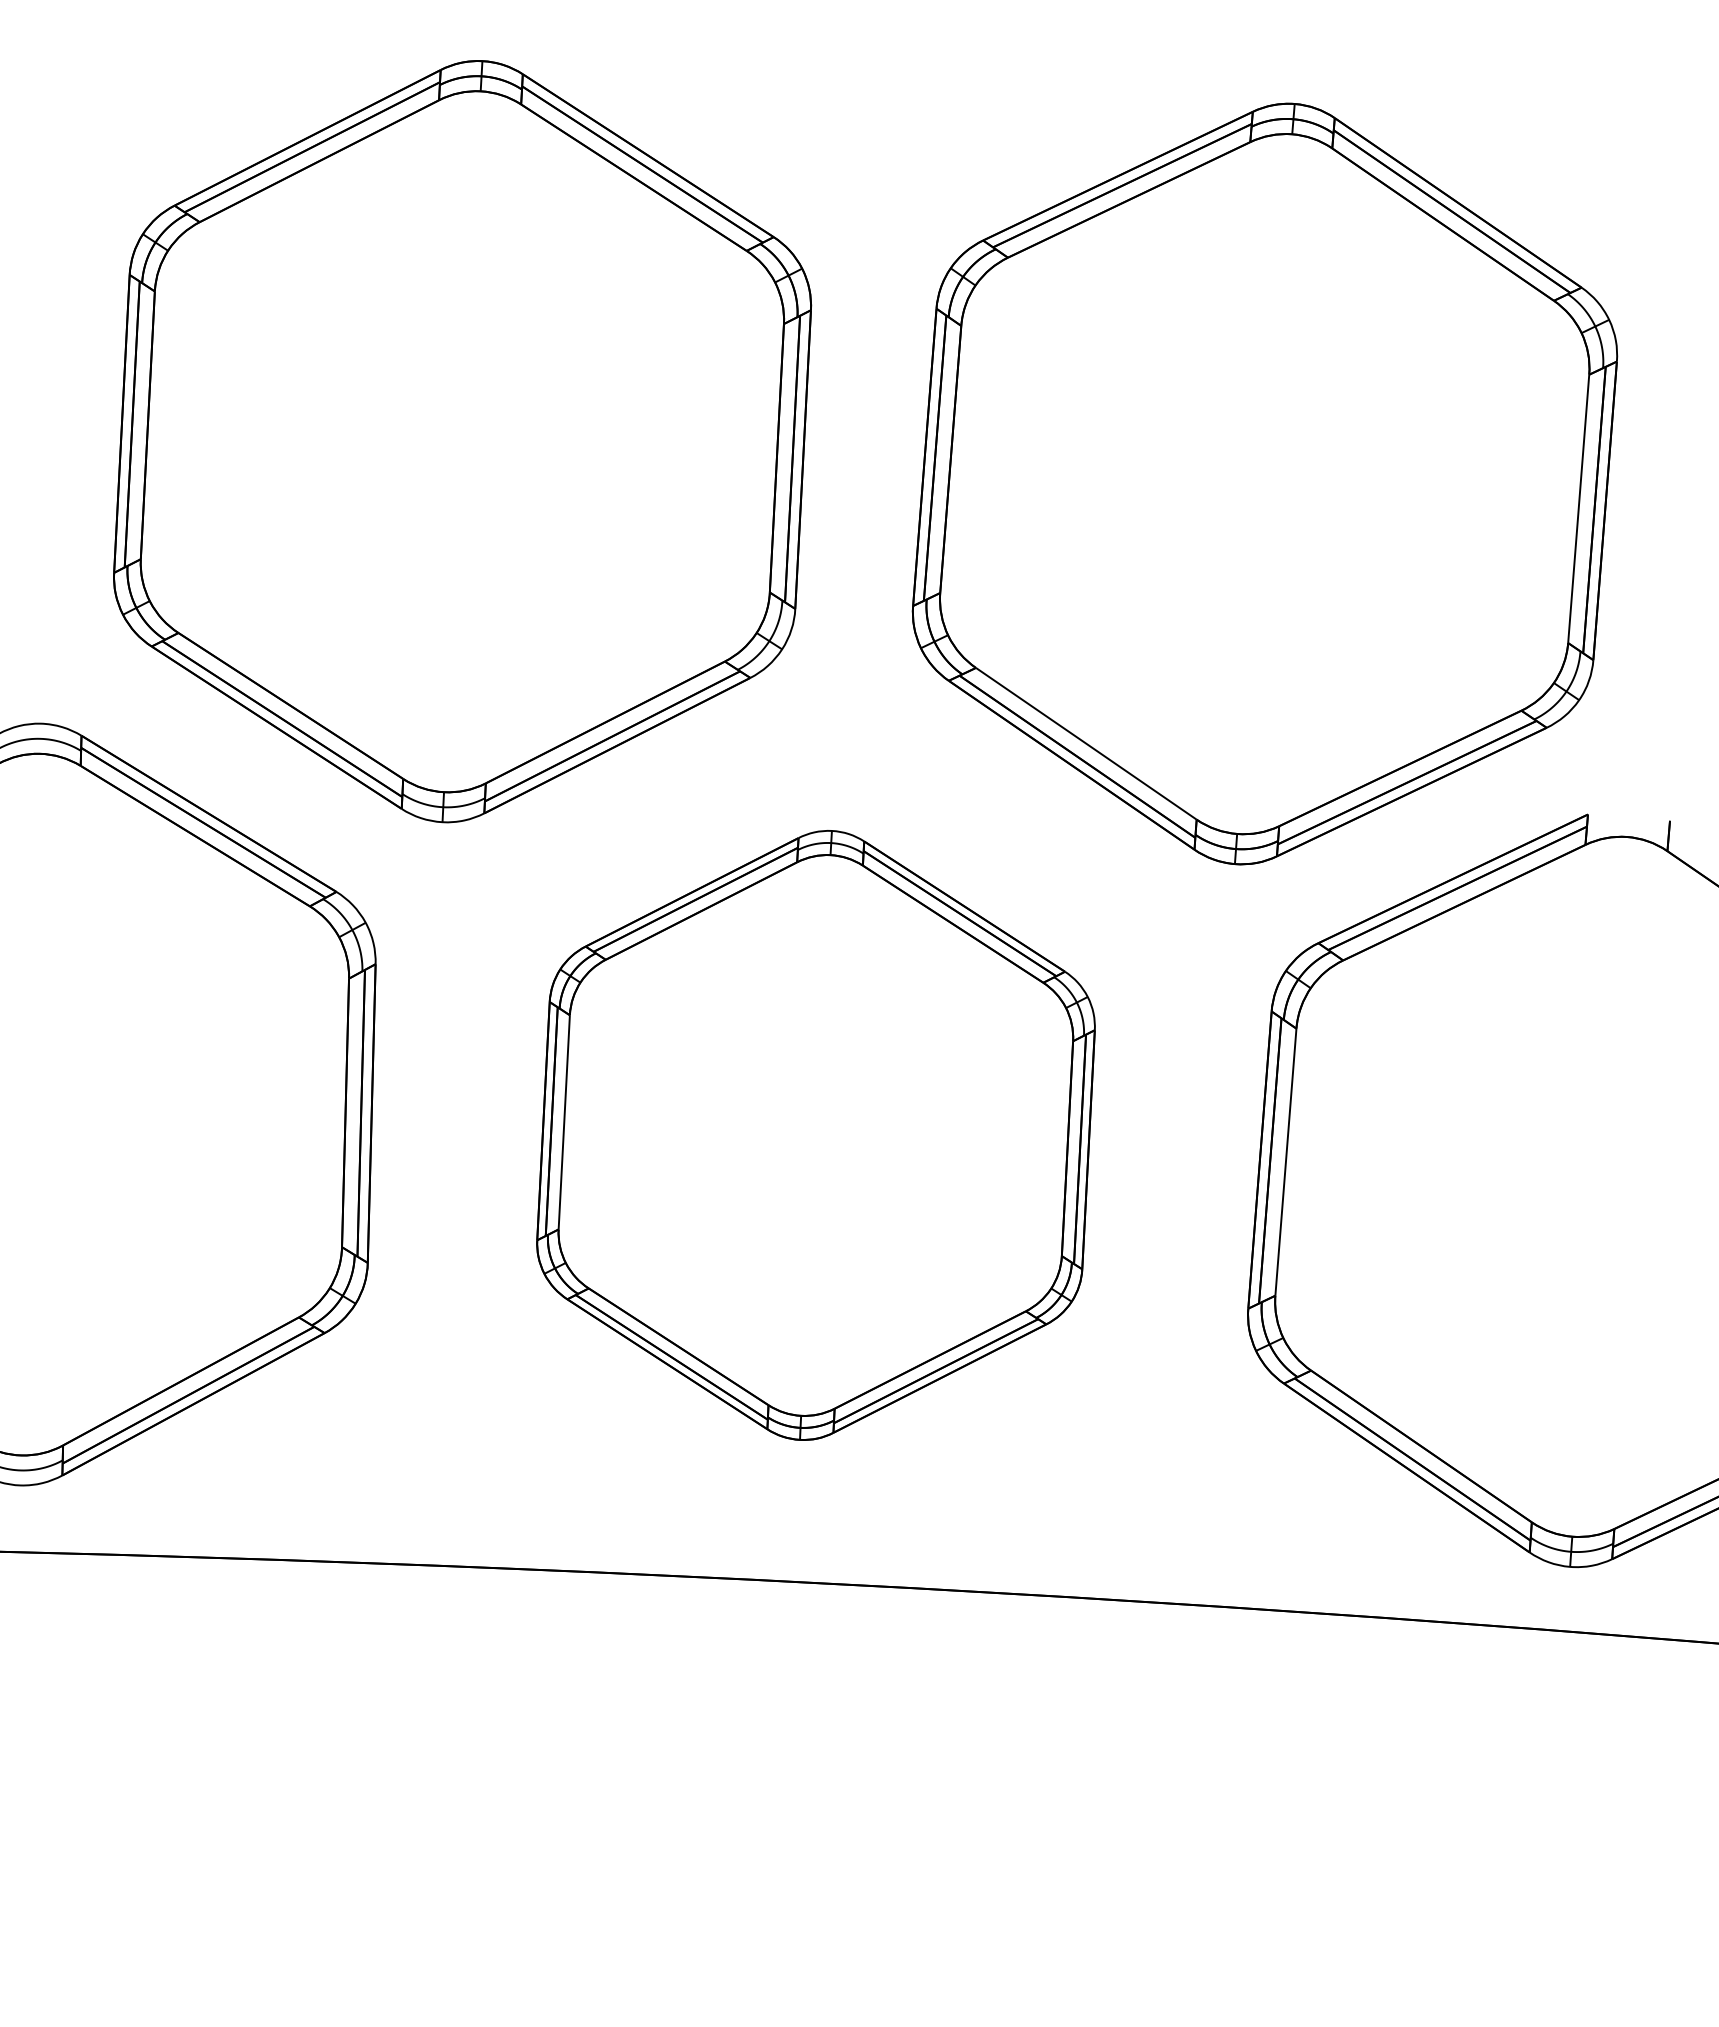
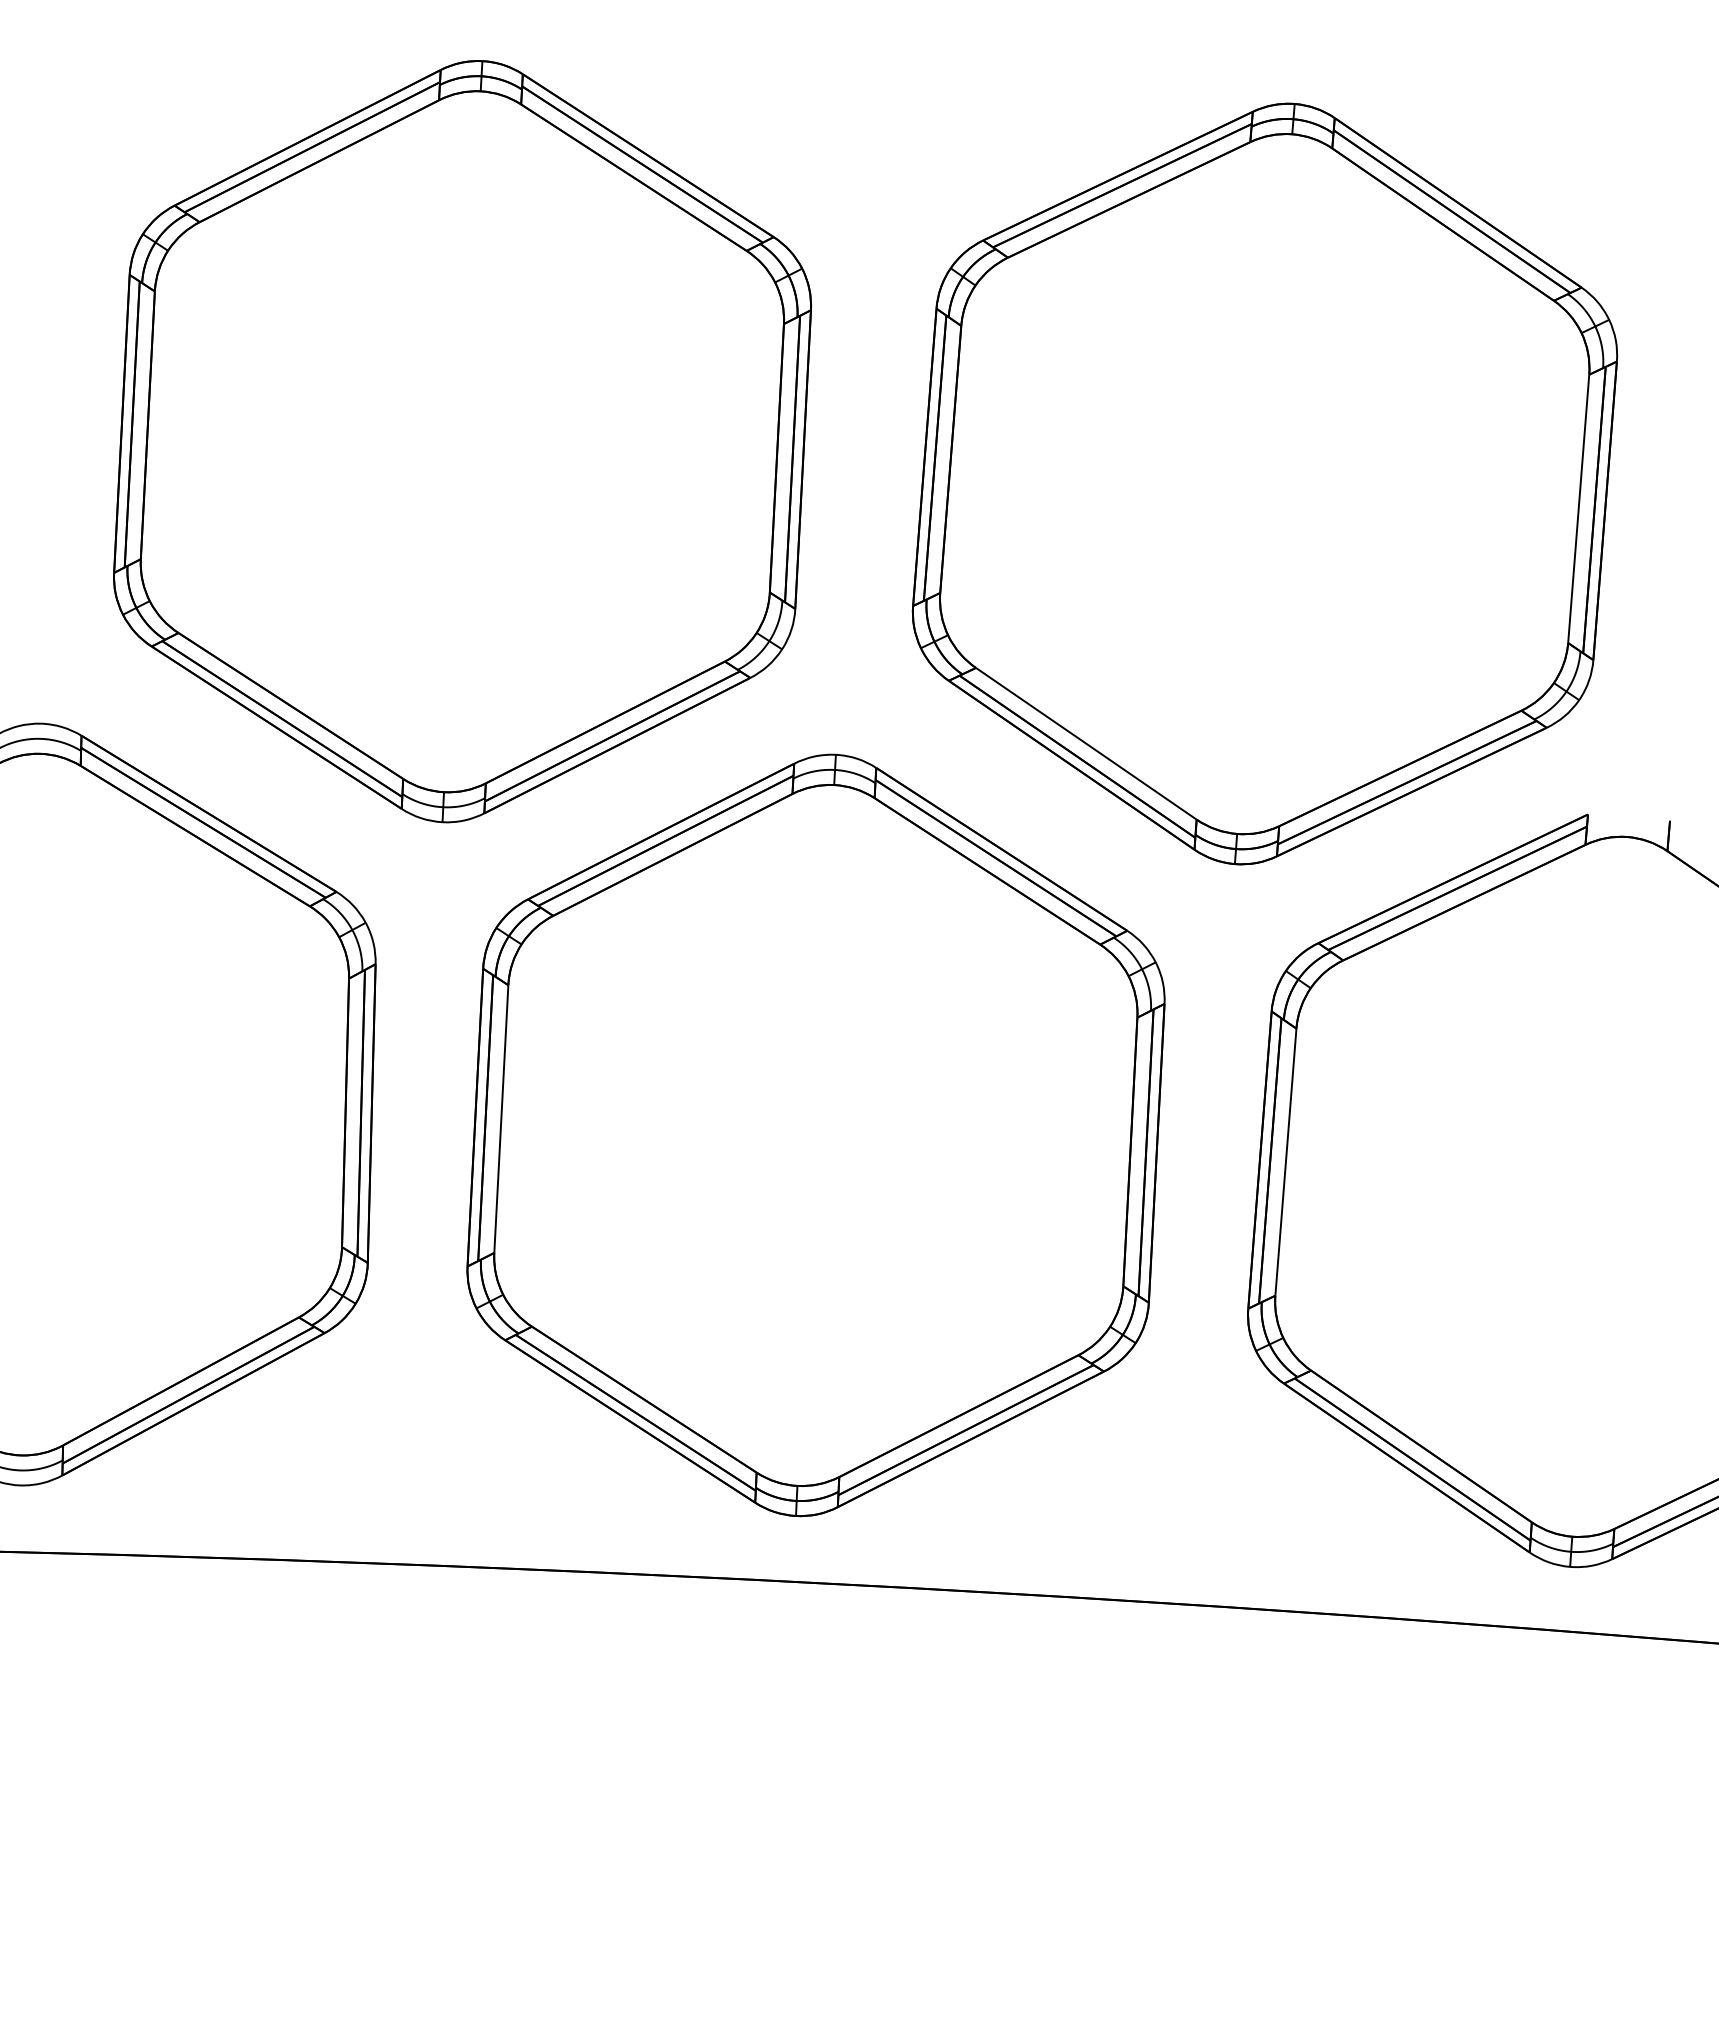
part at (815, 1135) size: 560x611 px -> 700x765 px
